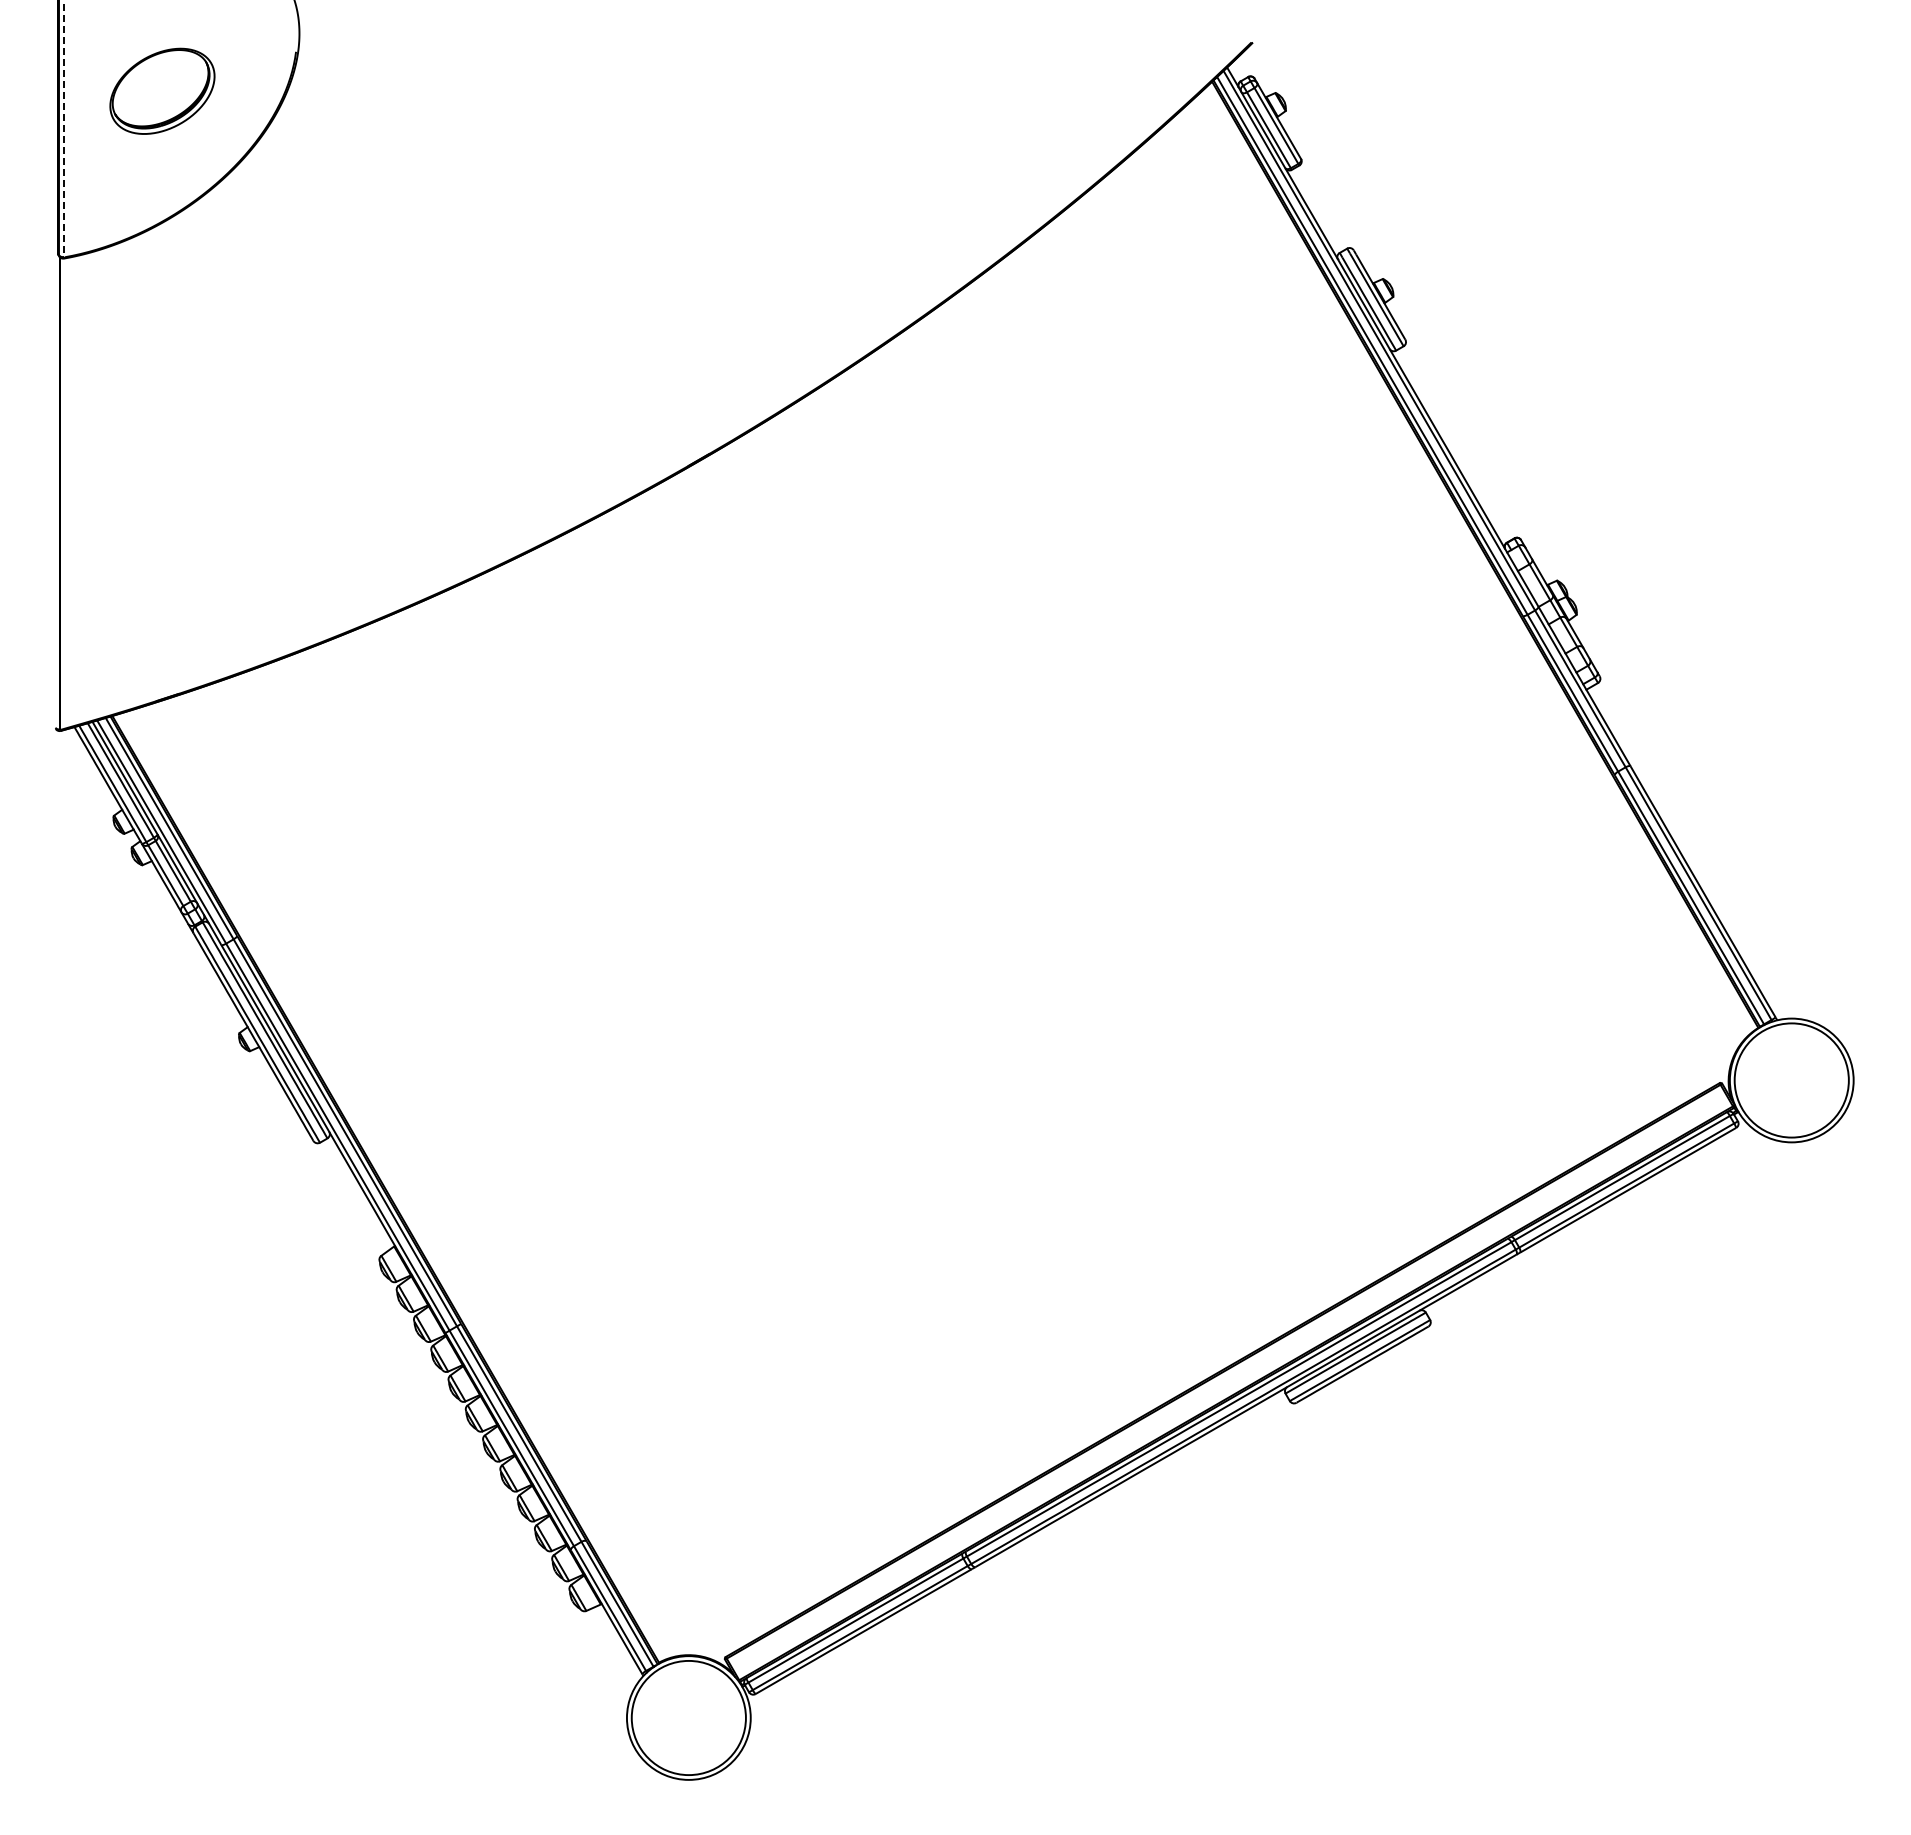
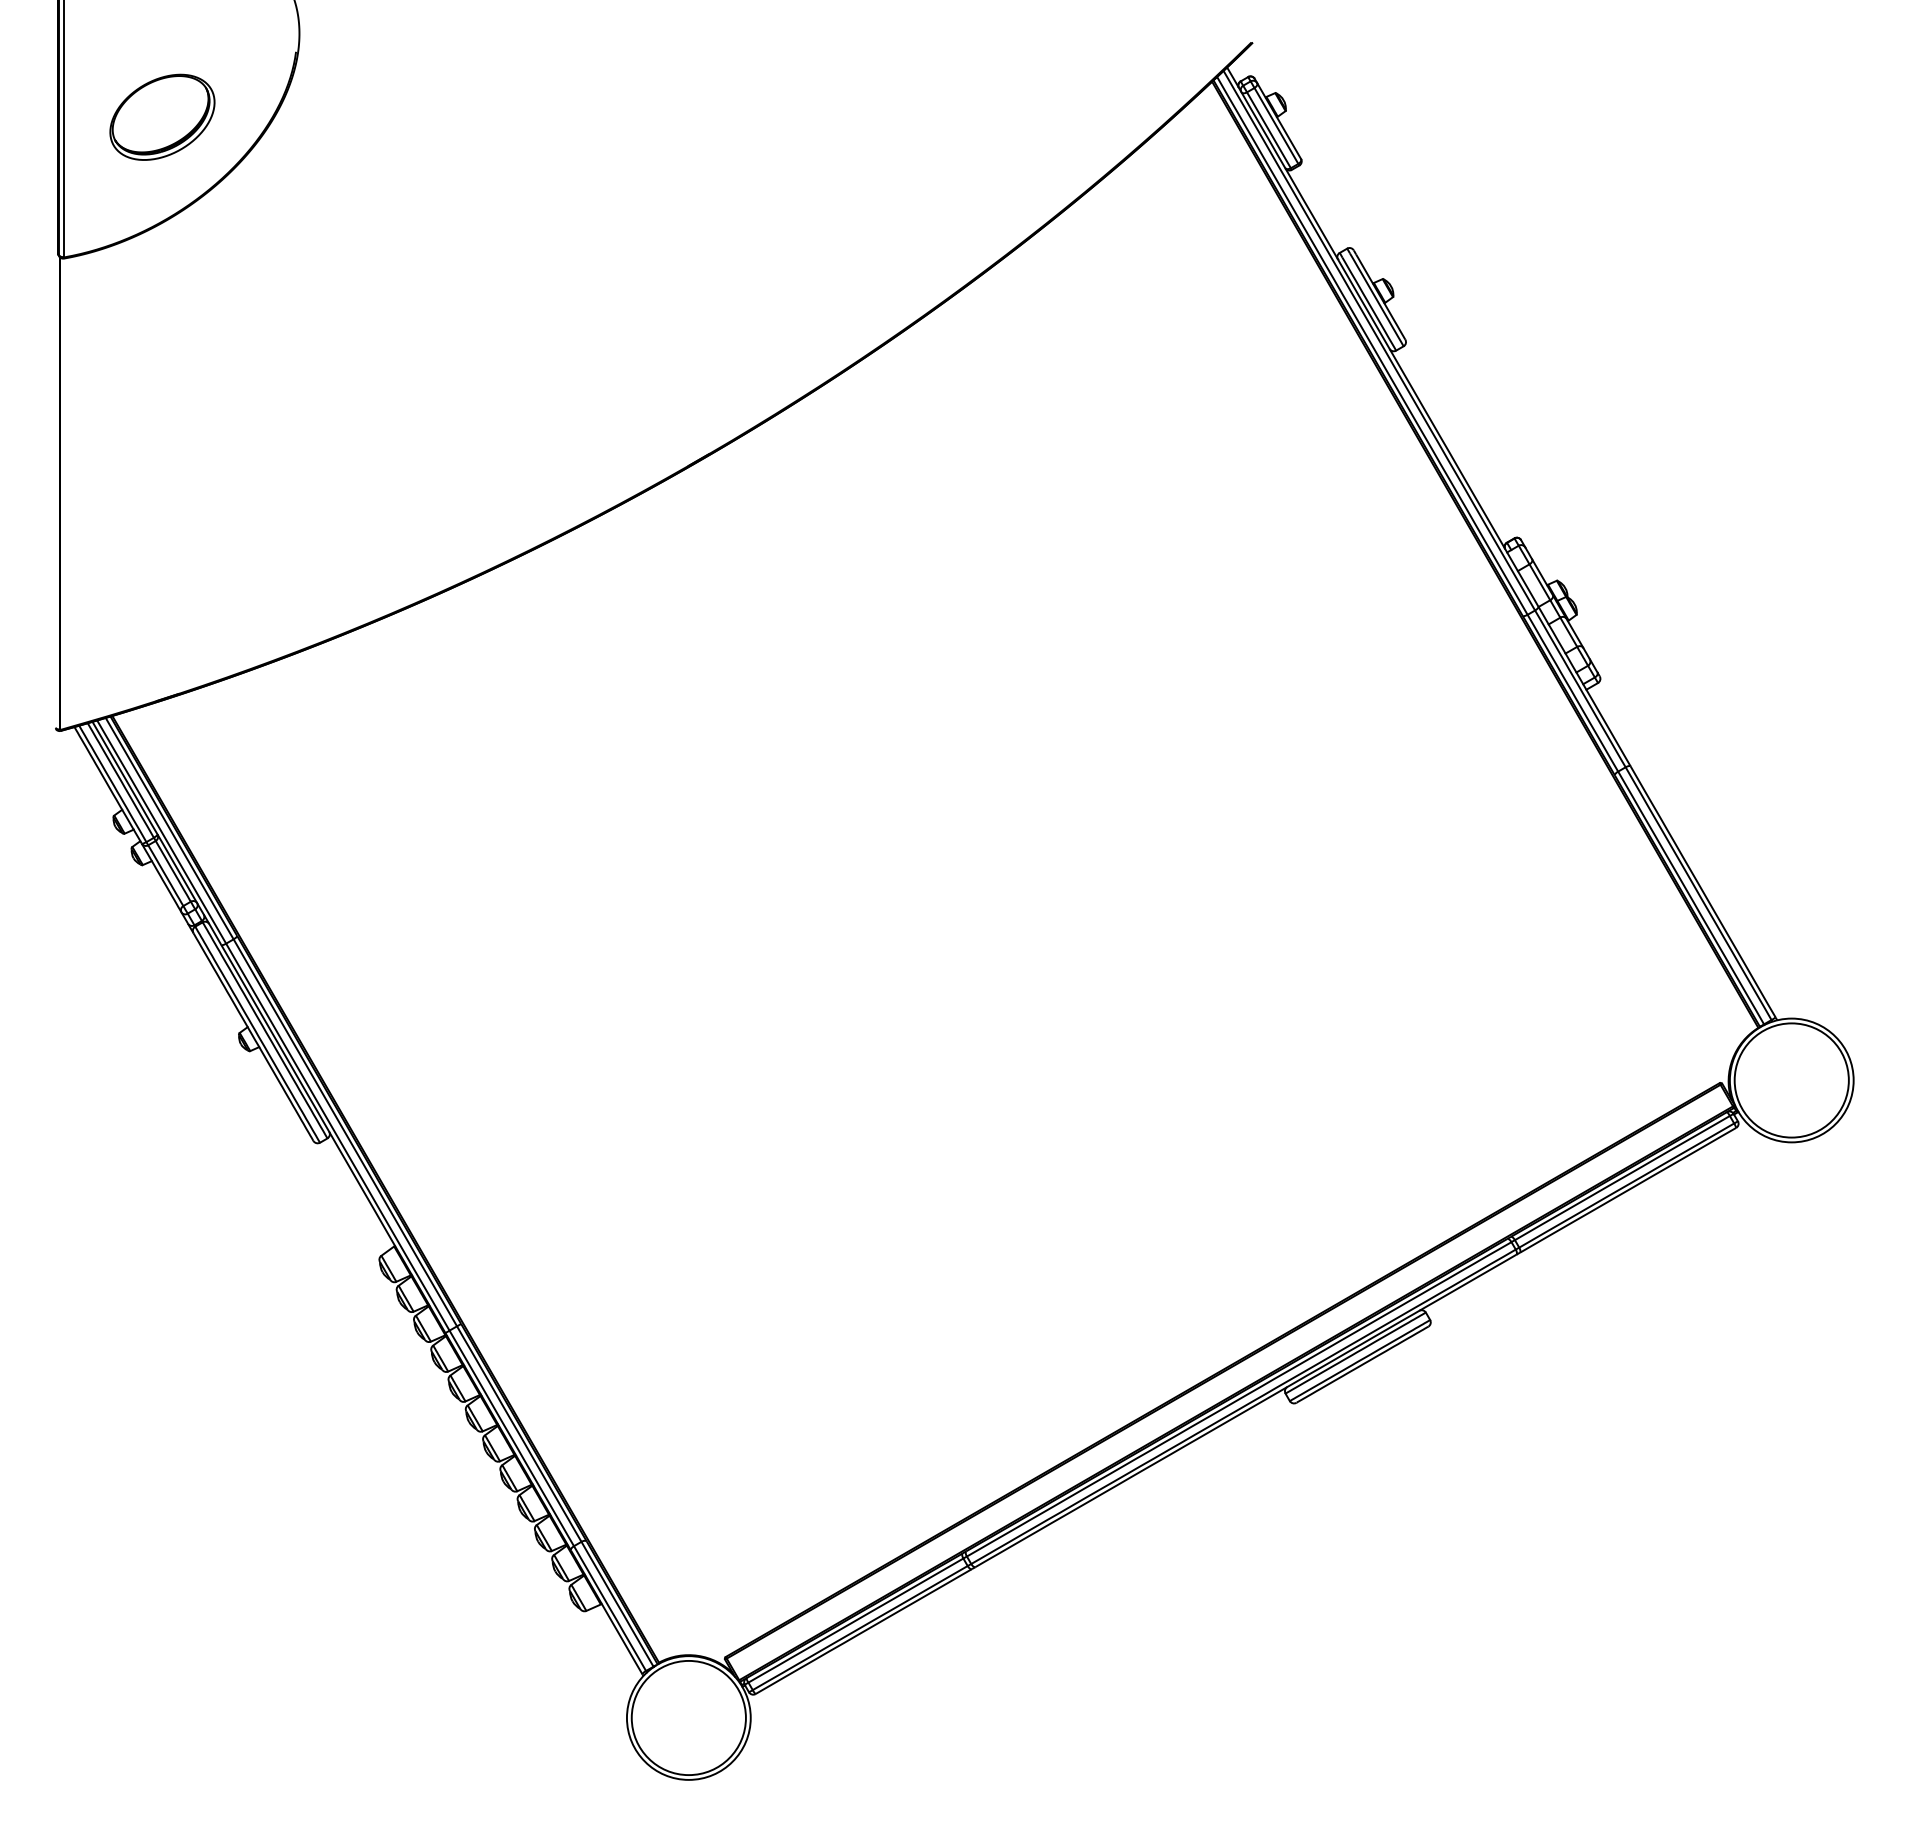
part at (162, 90) position: (162, 90) -> (162, 116)
line at (64, 128): dashed -> solid
